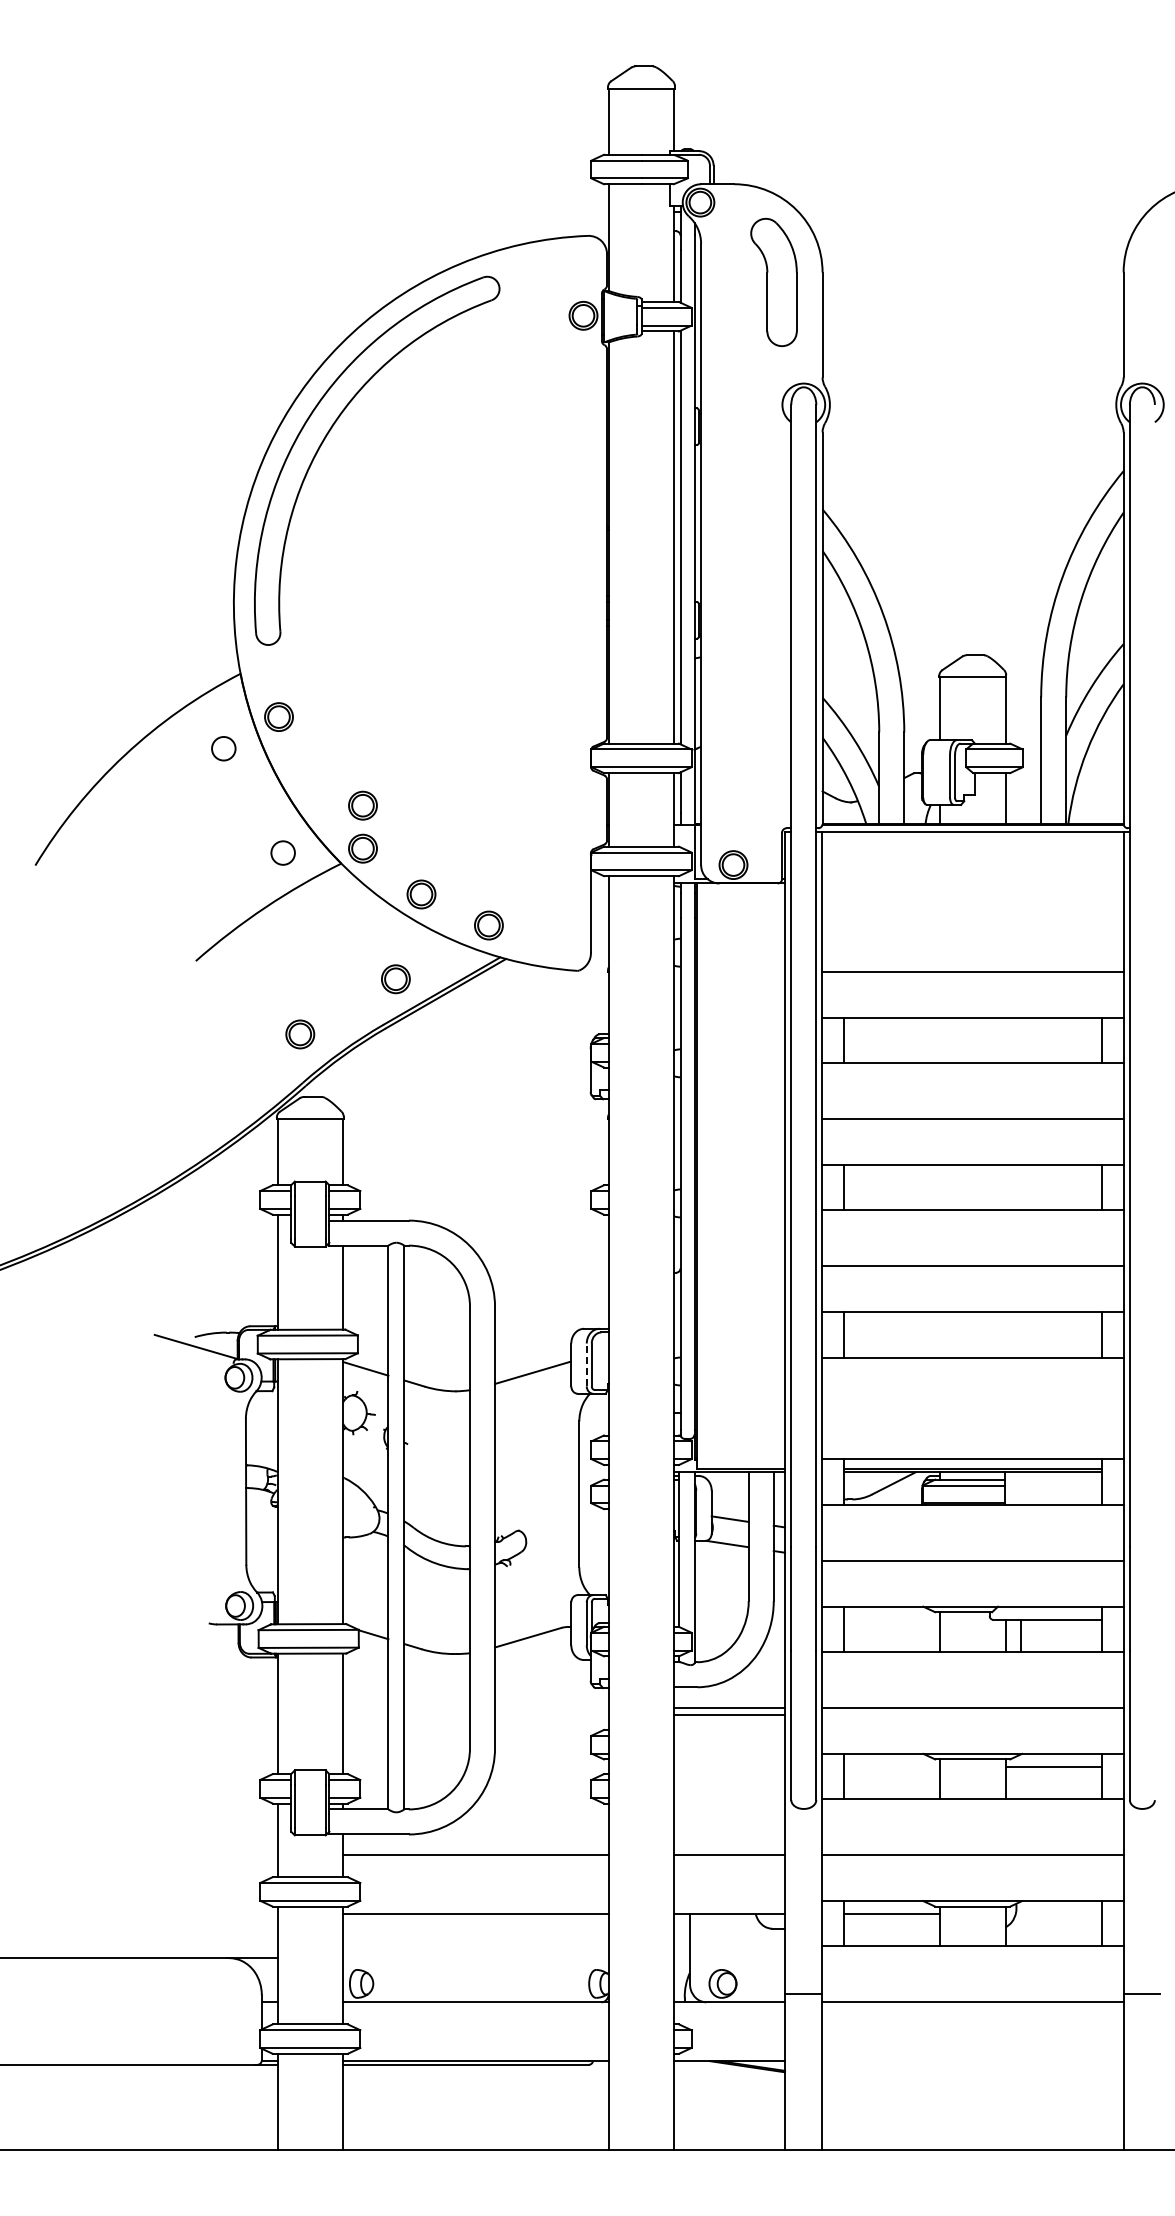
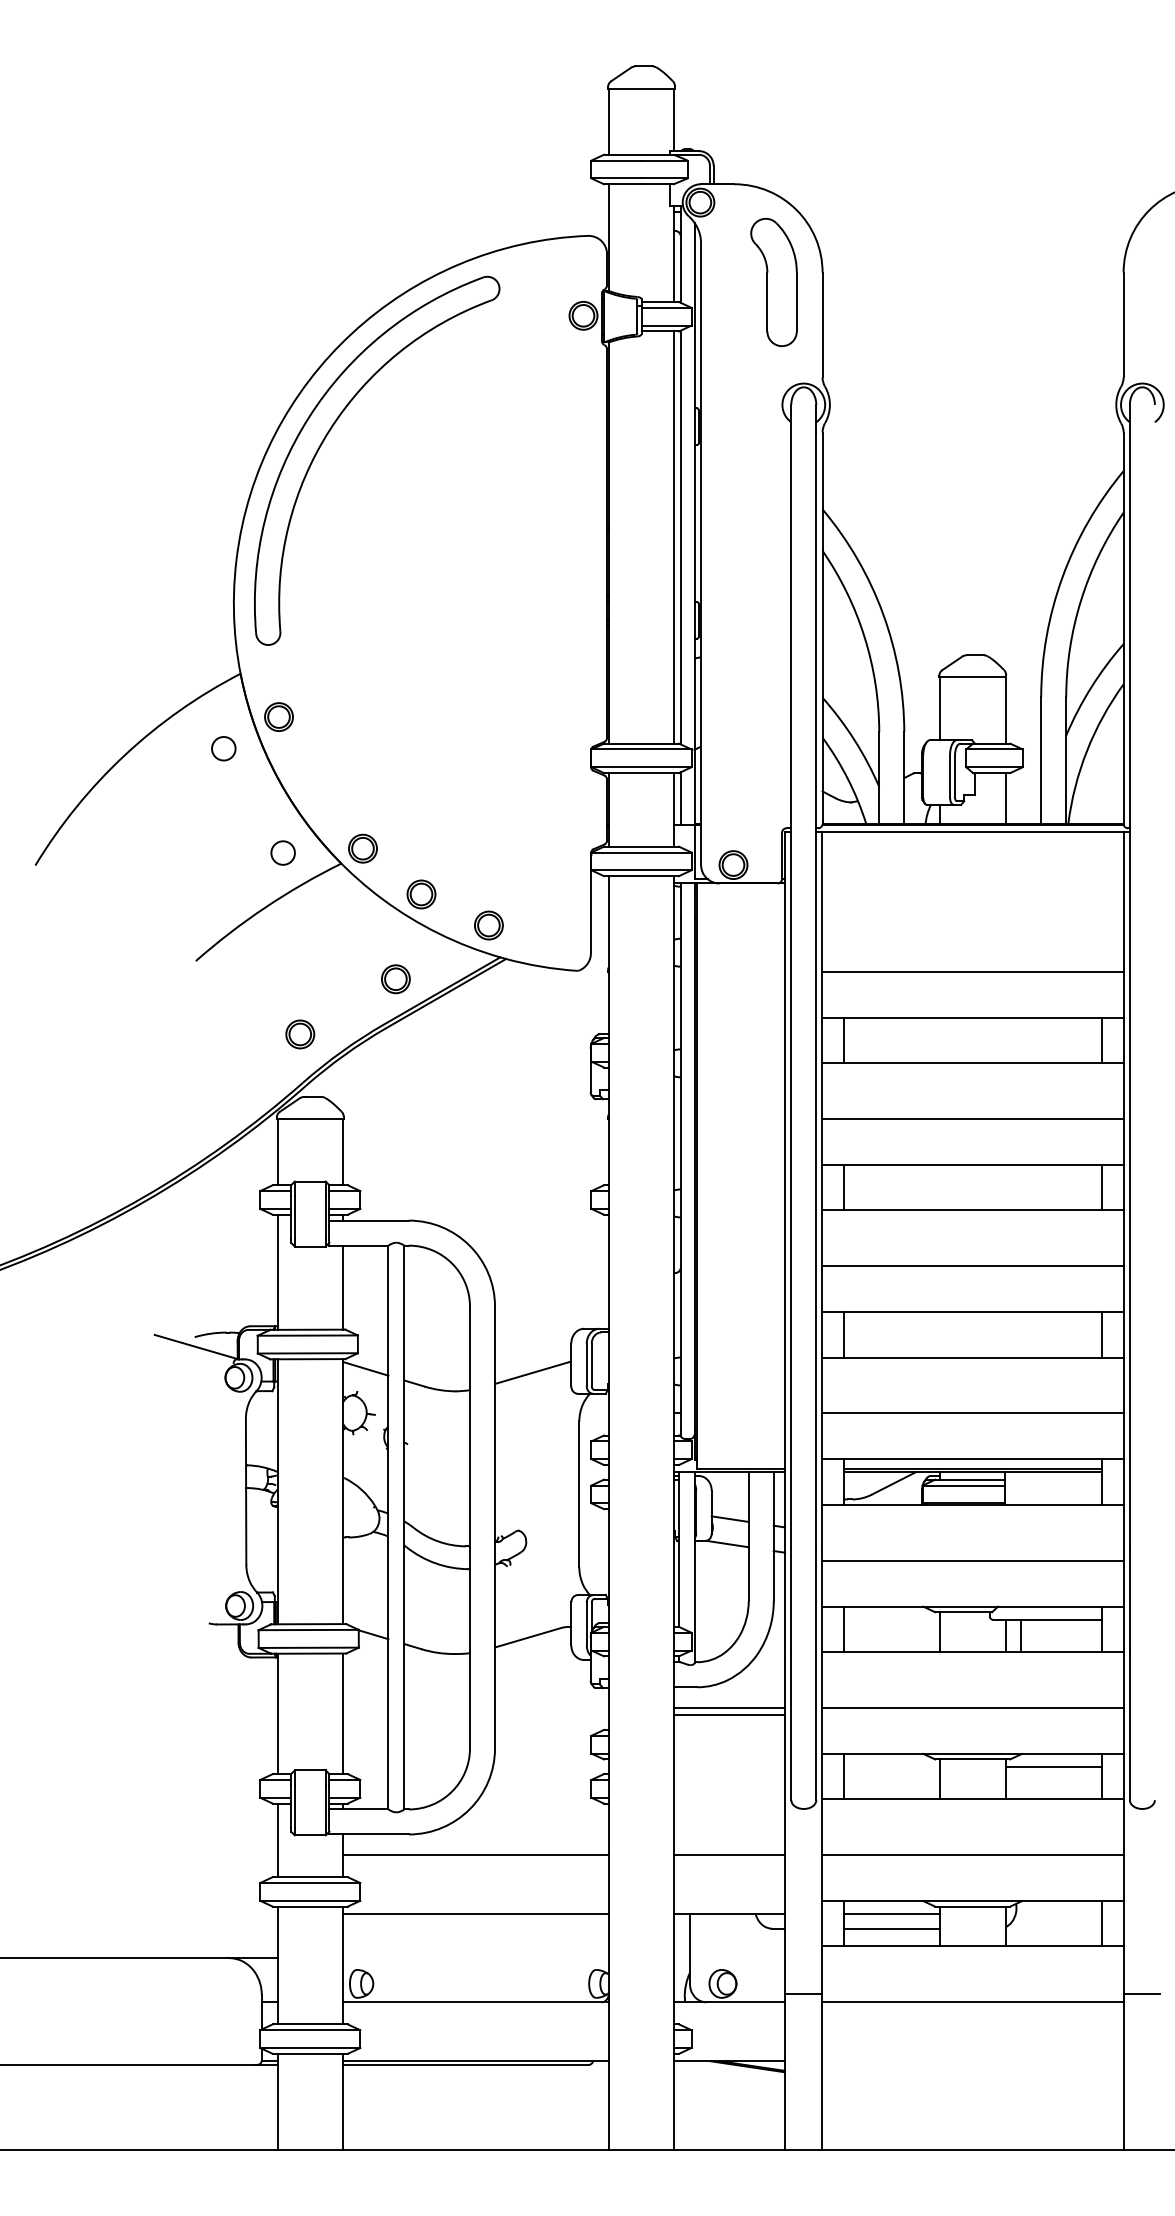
part at (362, 805): present -> none
line at (586, 1364): dashed -> solid
line at (972, 1413): none -> present
line at (891, 1928): none -> present
